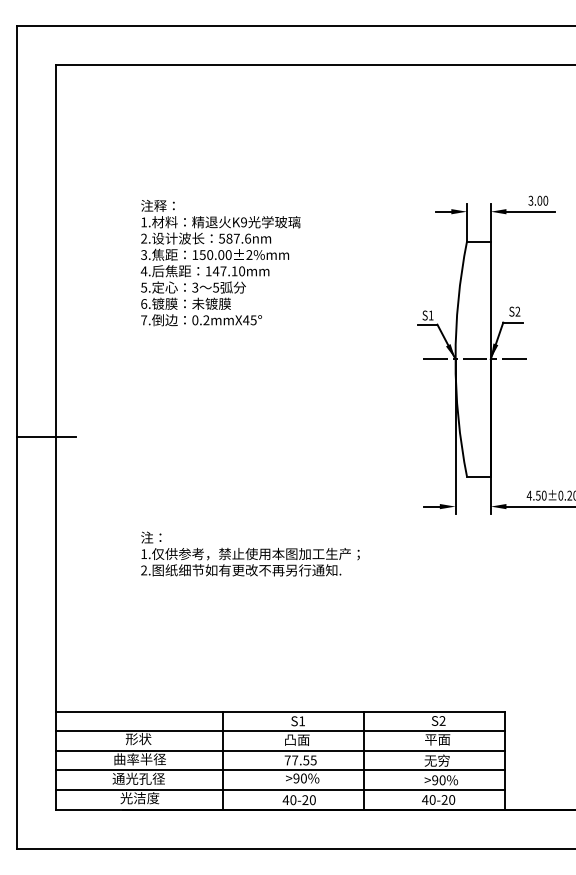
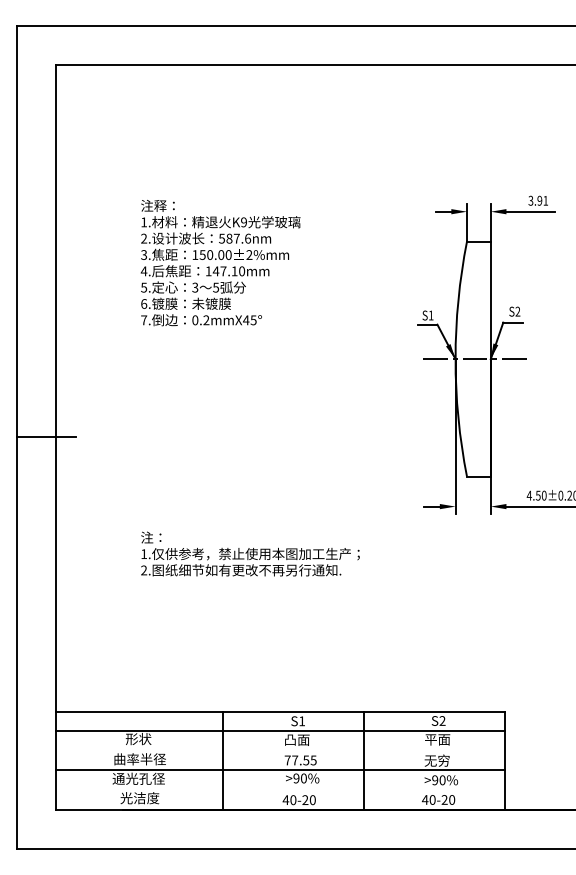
text at (542, 200): 3.00 -> 3.91
line at (280, 750): present -> none
line at (280, 790): present -> none
